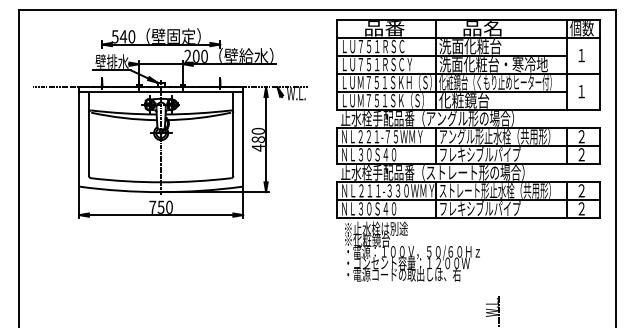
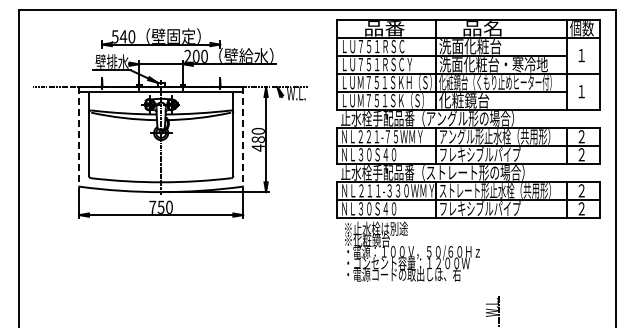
line at (79, 136): solid -> dashed
line at (243, 136): solid -> dashed
